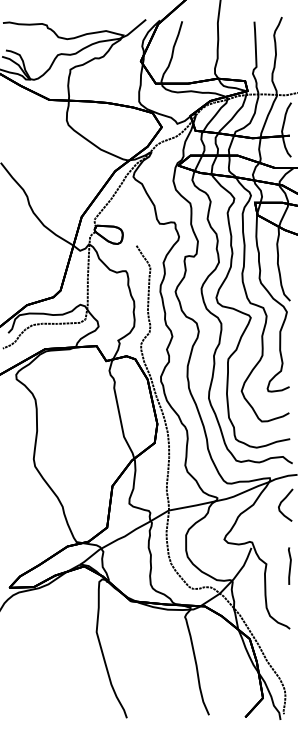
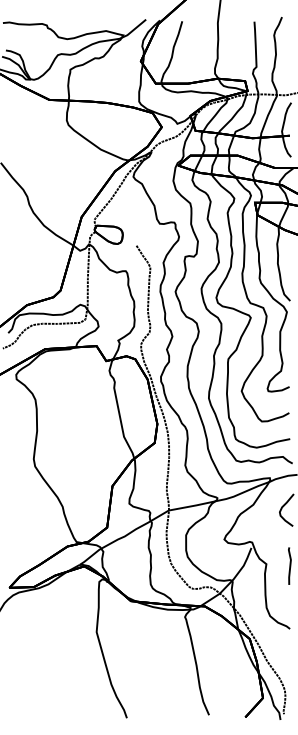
curve at (283, 501) position: (283, 501) -> (284, 506)
